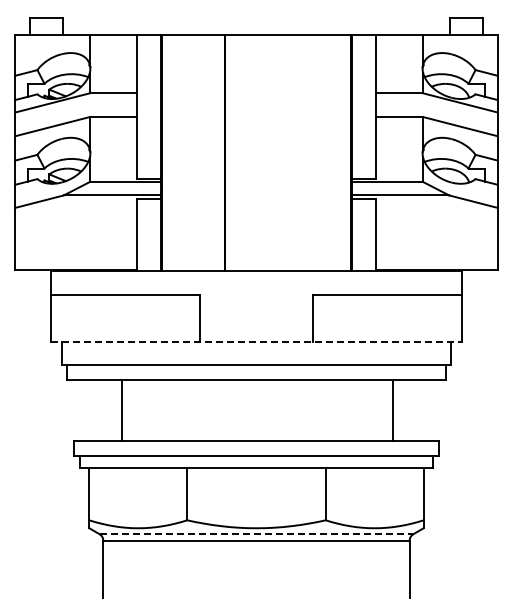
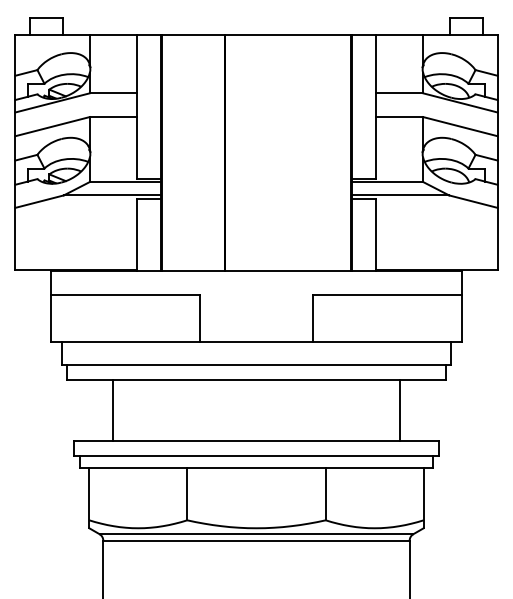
line at (256, 342): dashed -> solid
line at (122, 410) position: (122, 410) -> (113, 410)
line at (392, 410) position: (392, 410) -> (399, 410)
line at (256, 534): dashed -> solid
